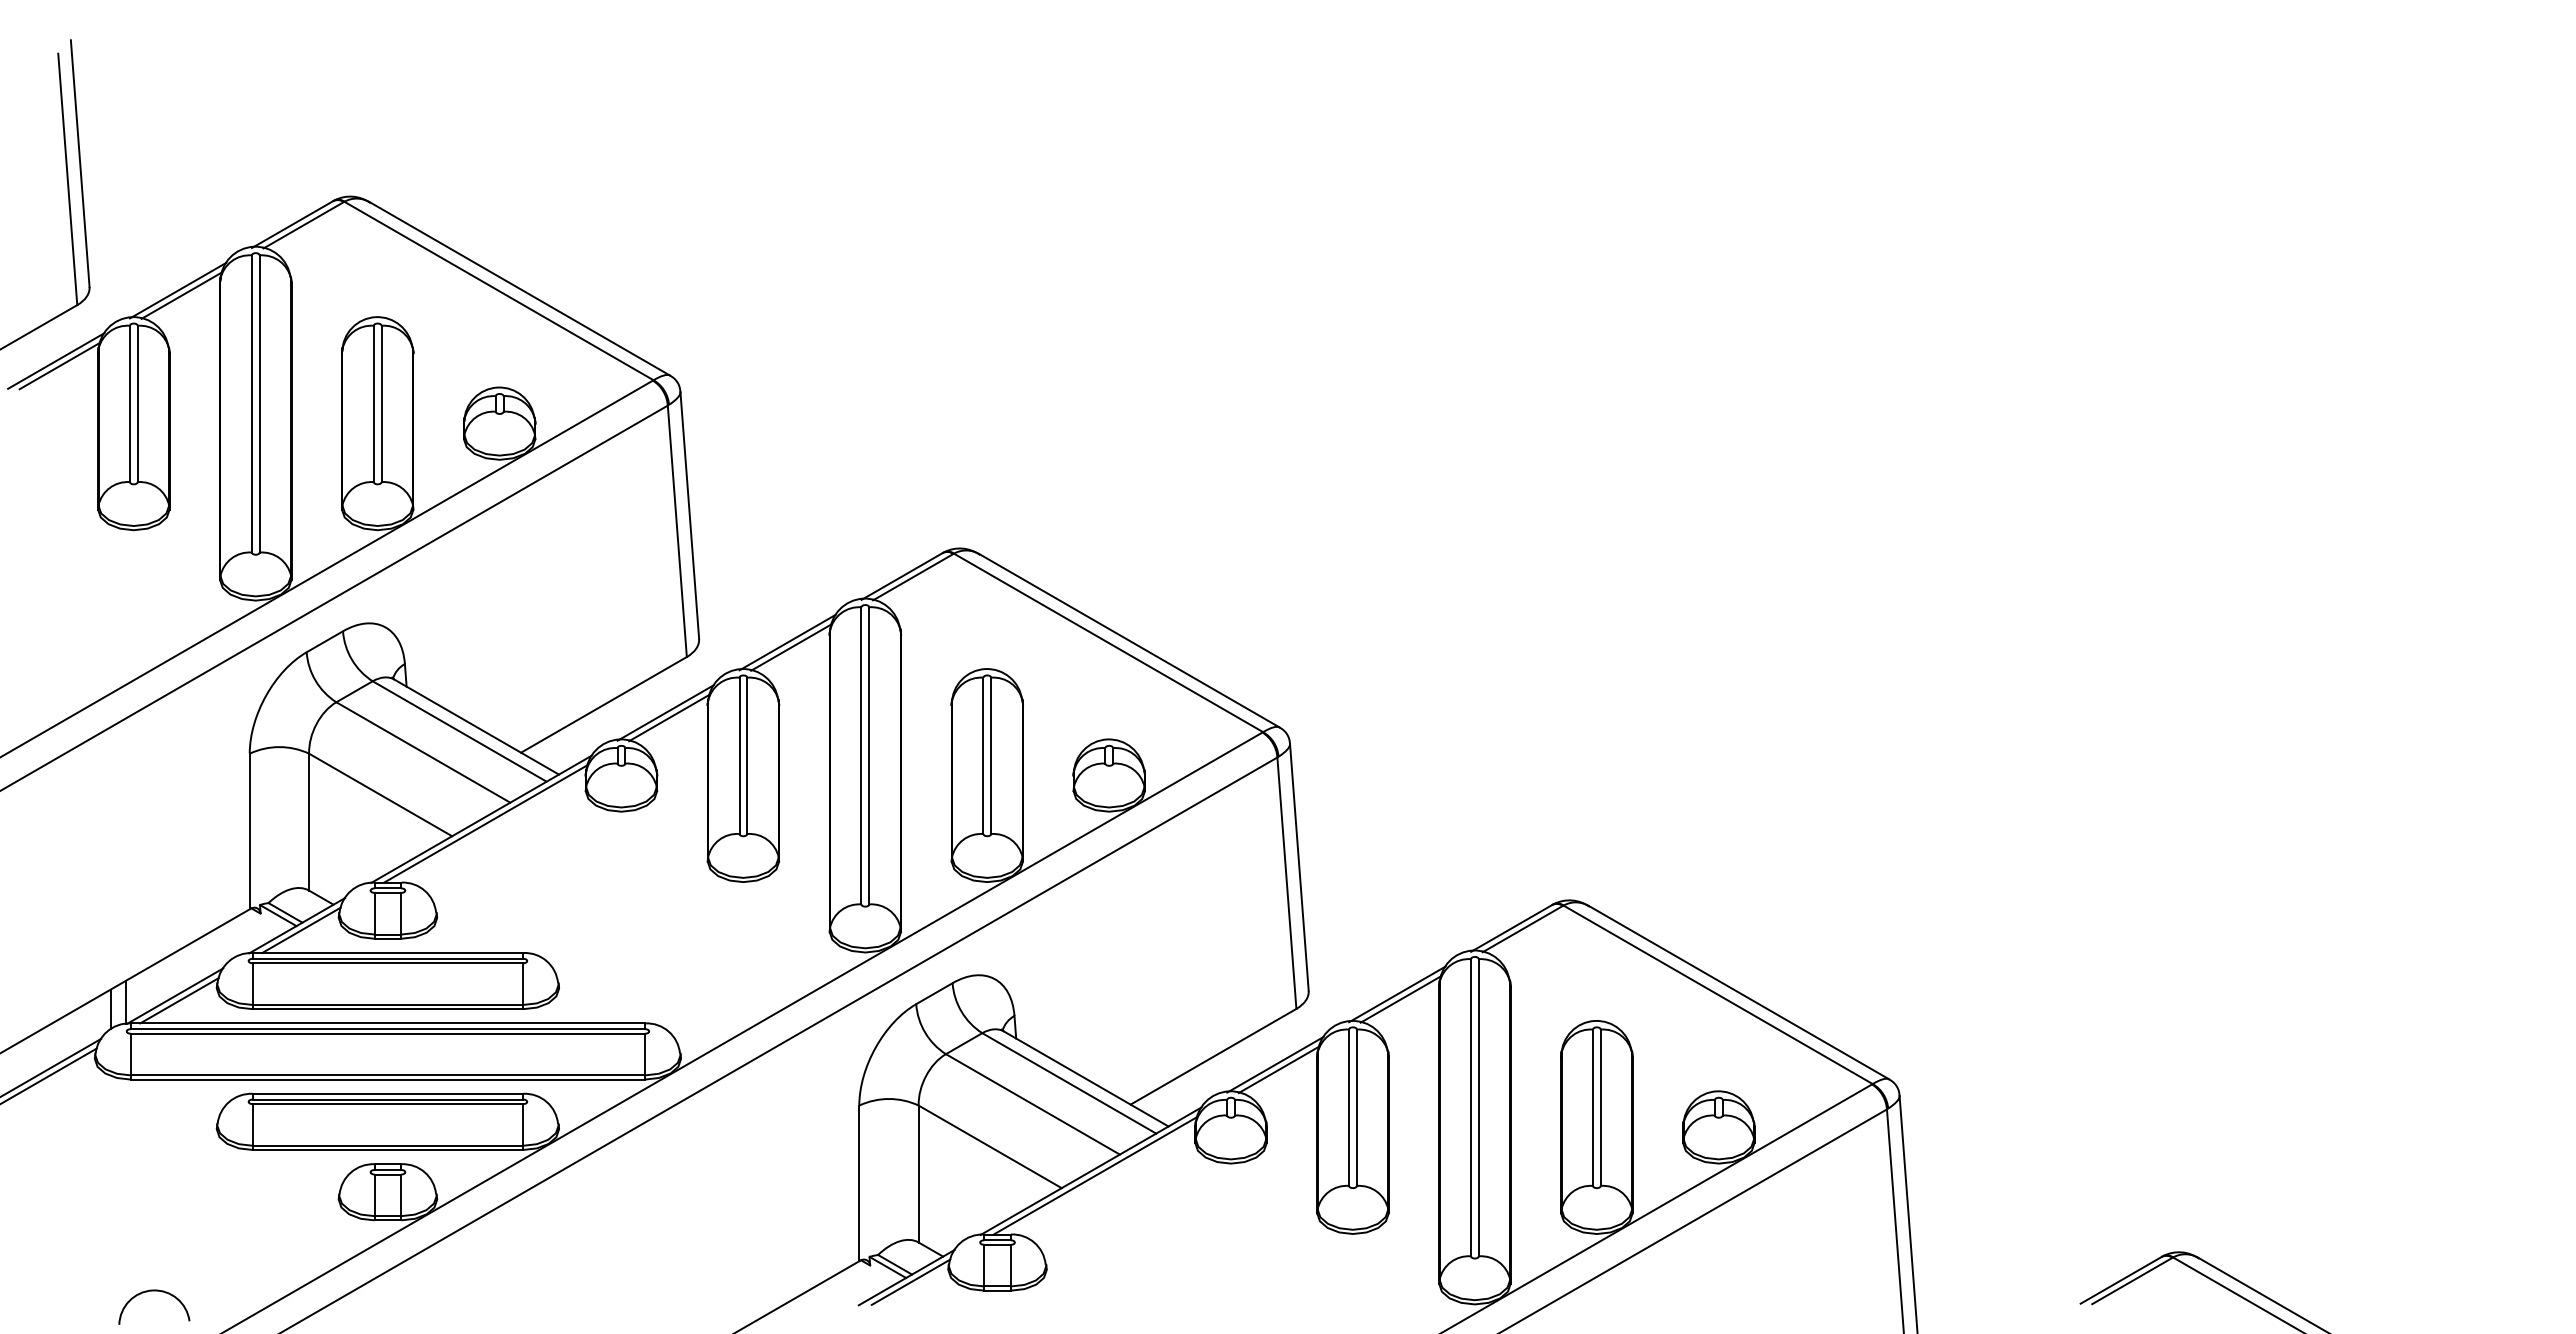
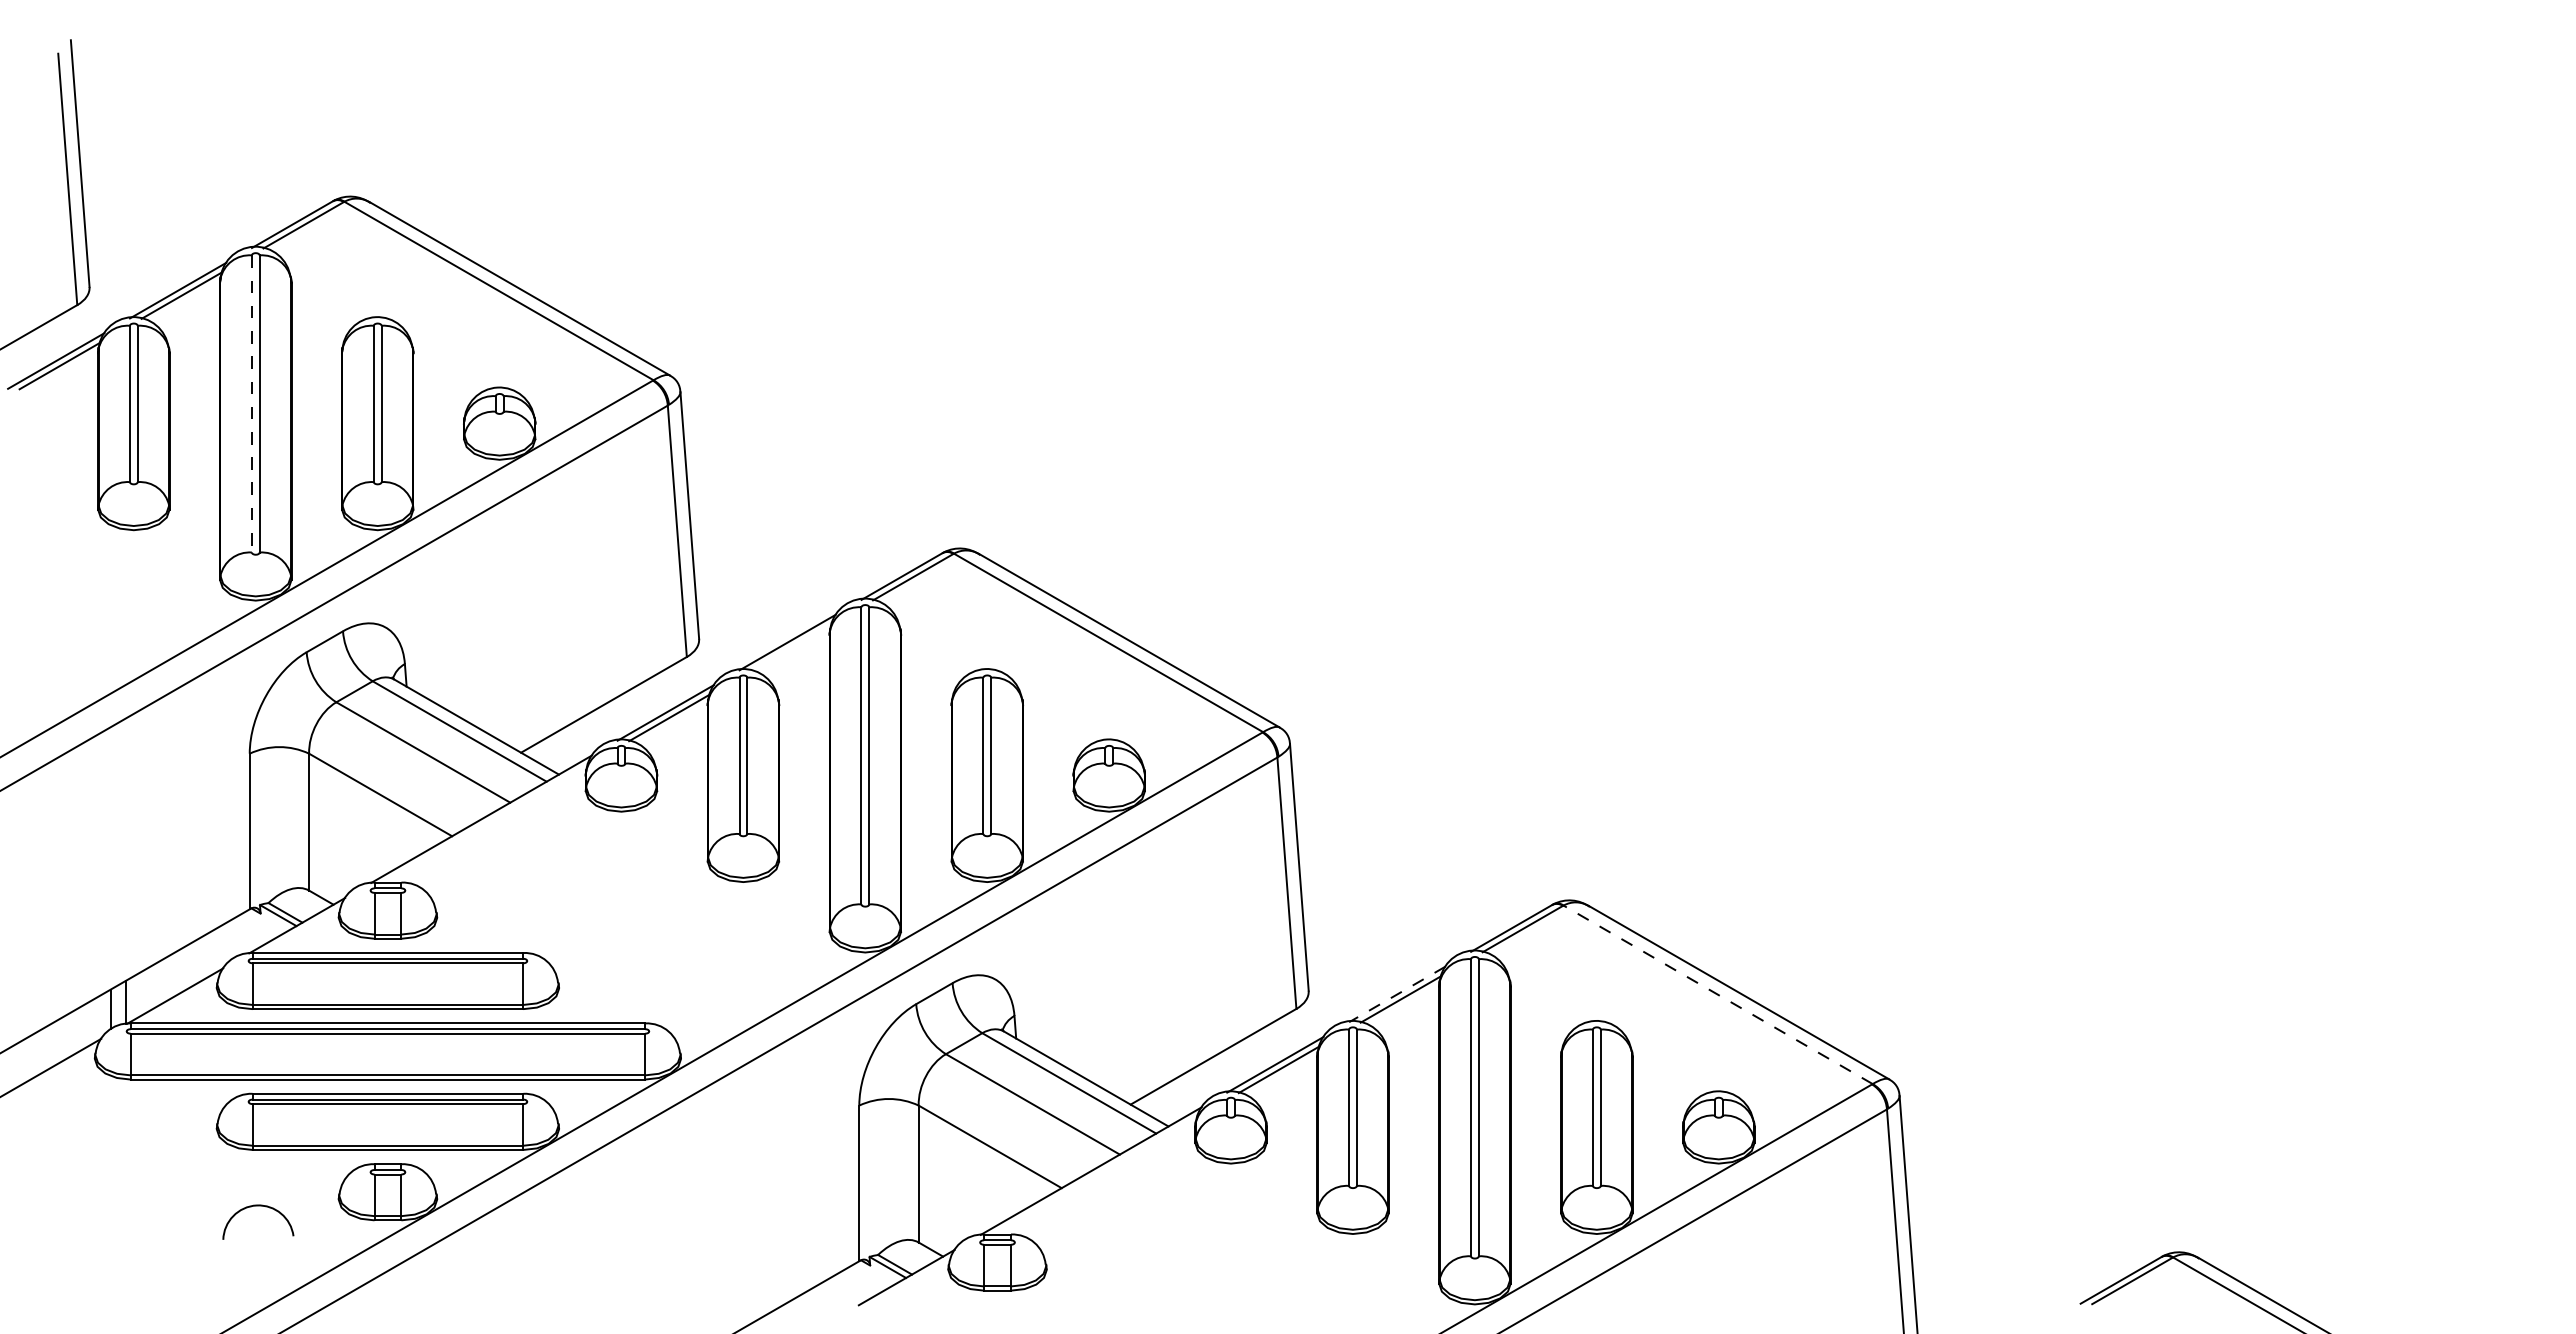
line at (251, 403): solid -> dashed
line at (791, 647): present -> none
line at (485, 823): present -> none
line at (301, 930): present -> none
line at (1397, 994): solid -> dashed
line at (1717, 994): solid -> dashed
line at (179, 1000): present -> none
line at (49, 1075): present -> none
line at (1095, 1175): present -> none
line at (910, 1281): present -> none
arc at (154, 1291) position: (154, 1291) -> (258, 1206)
